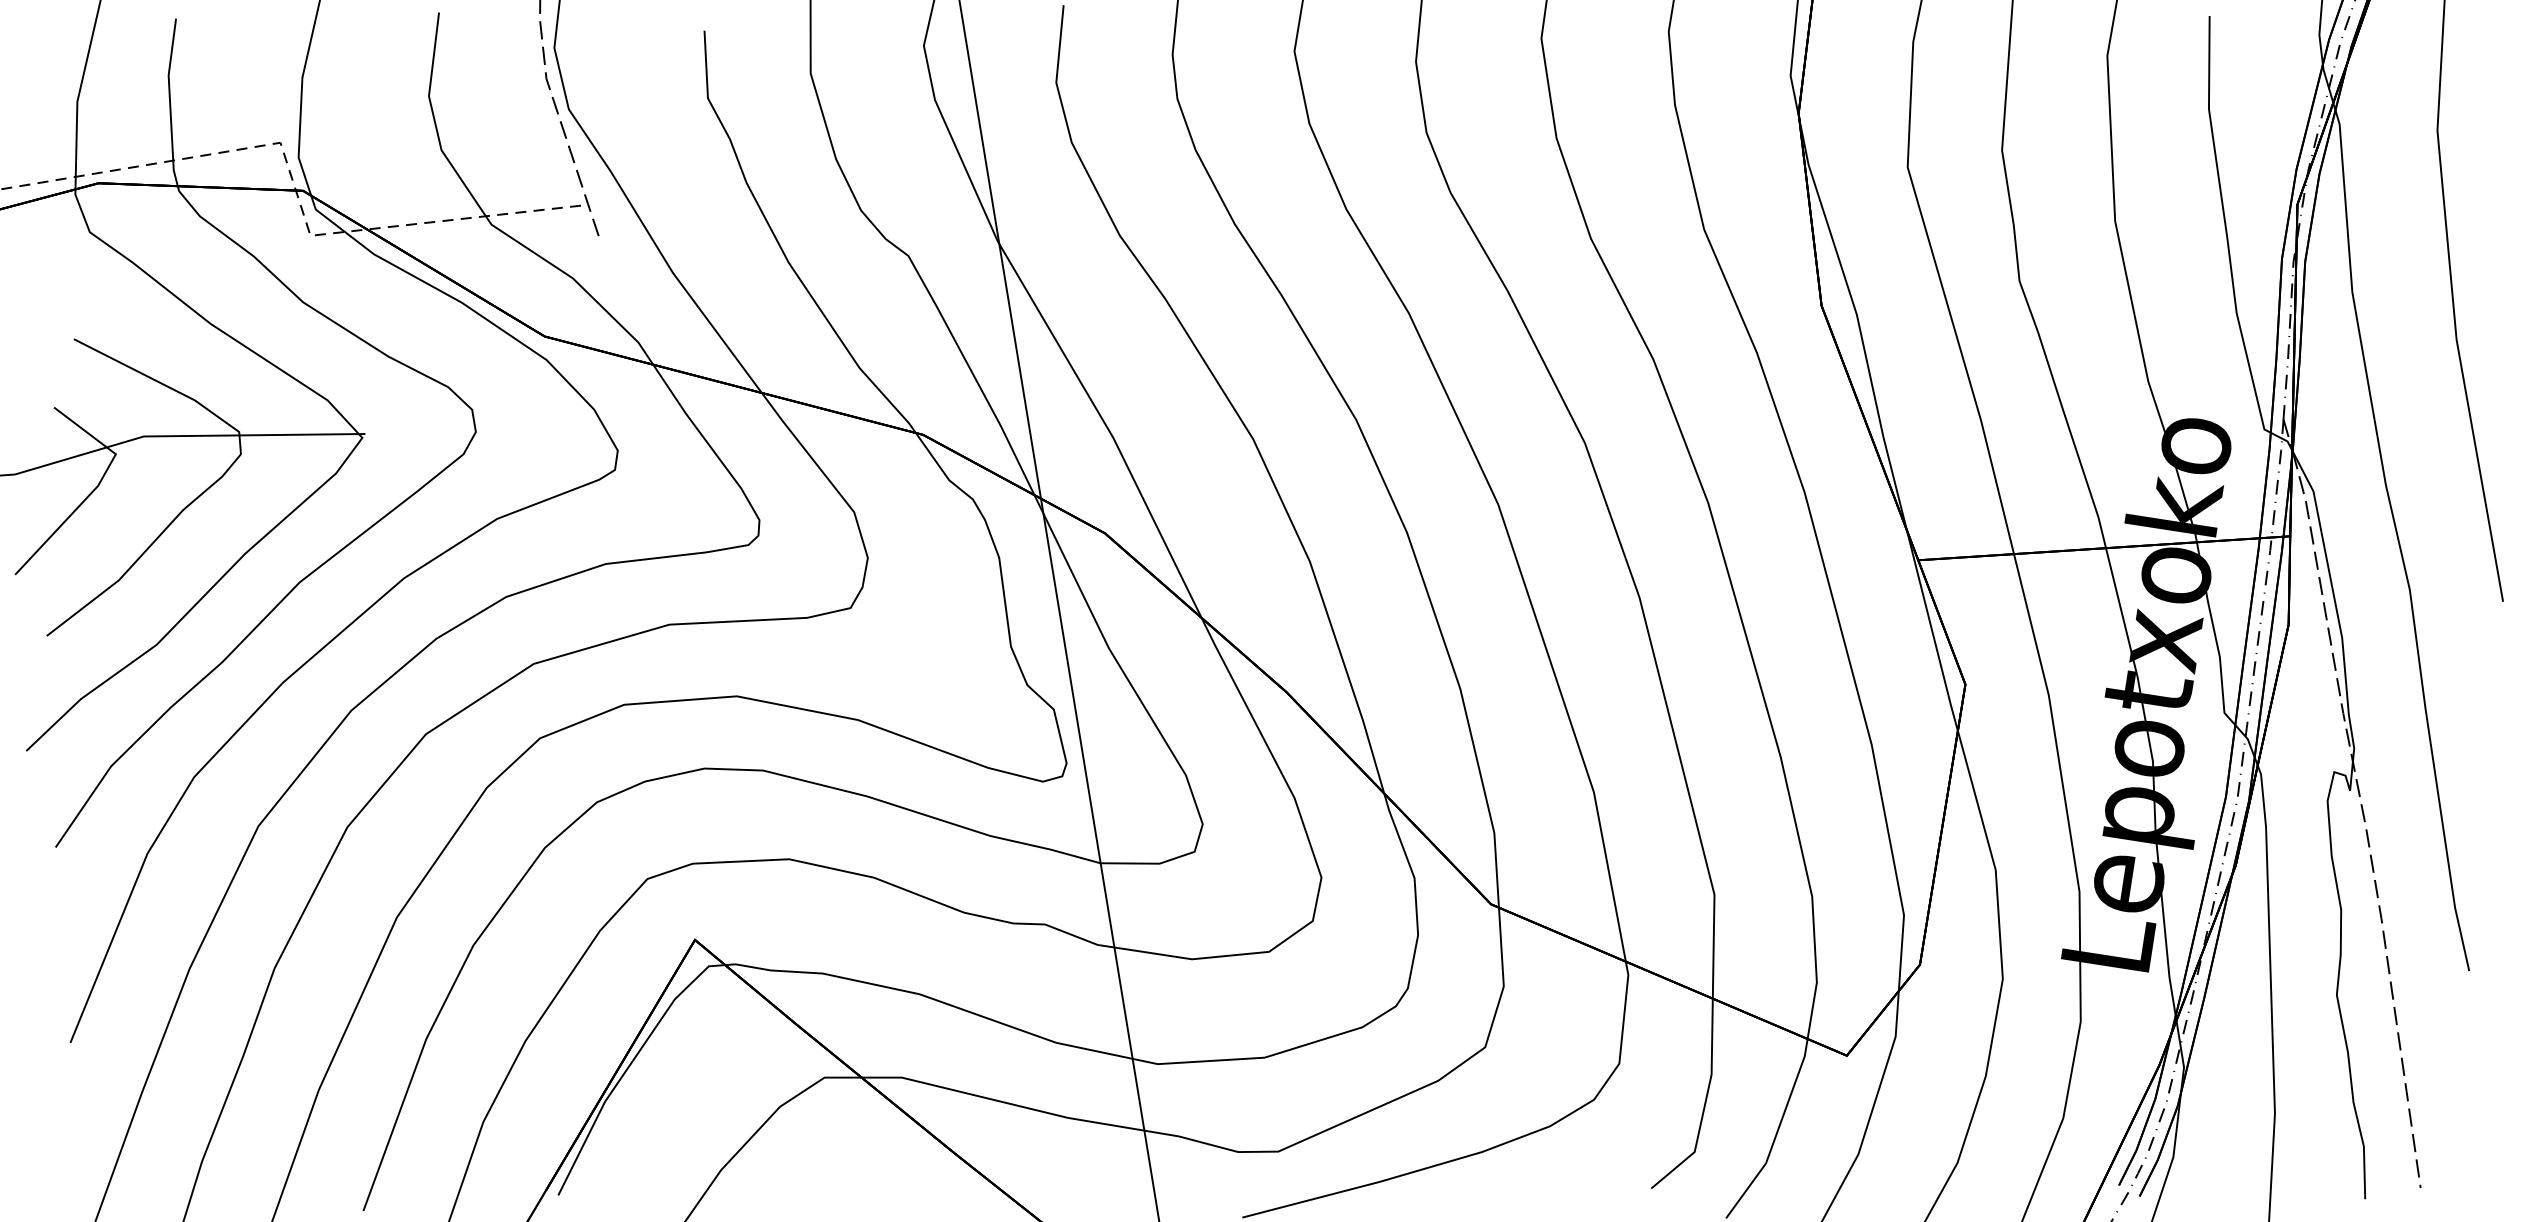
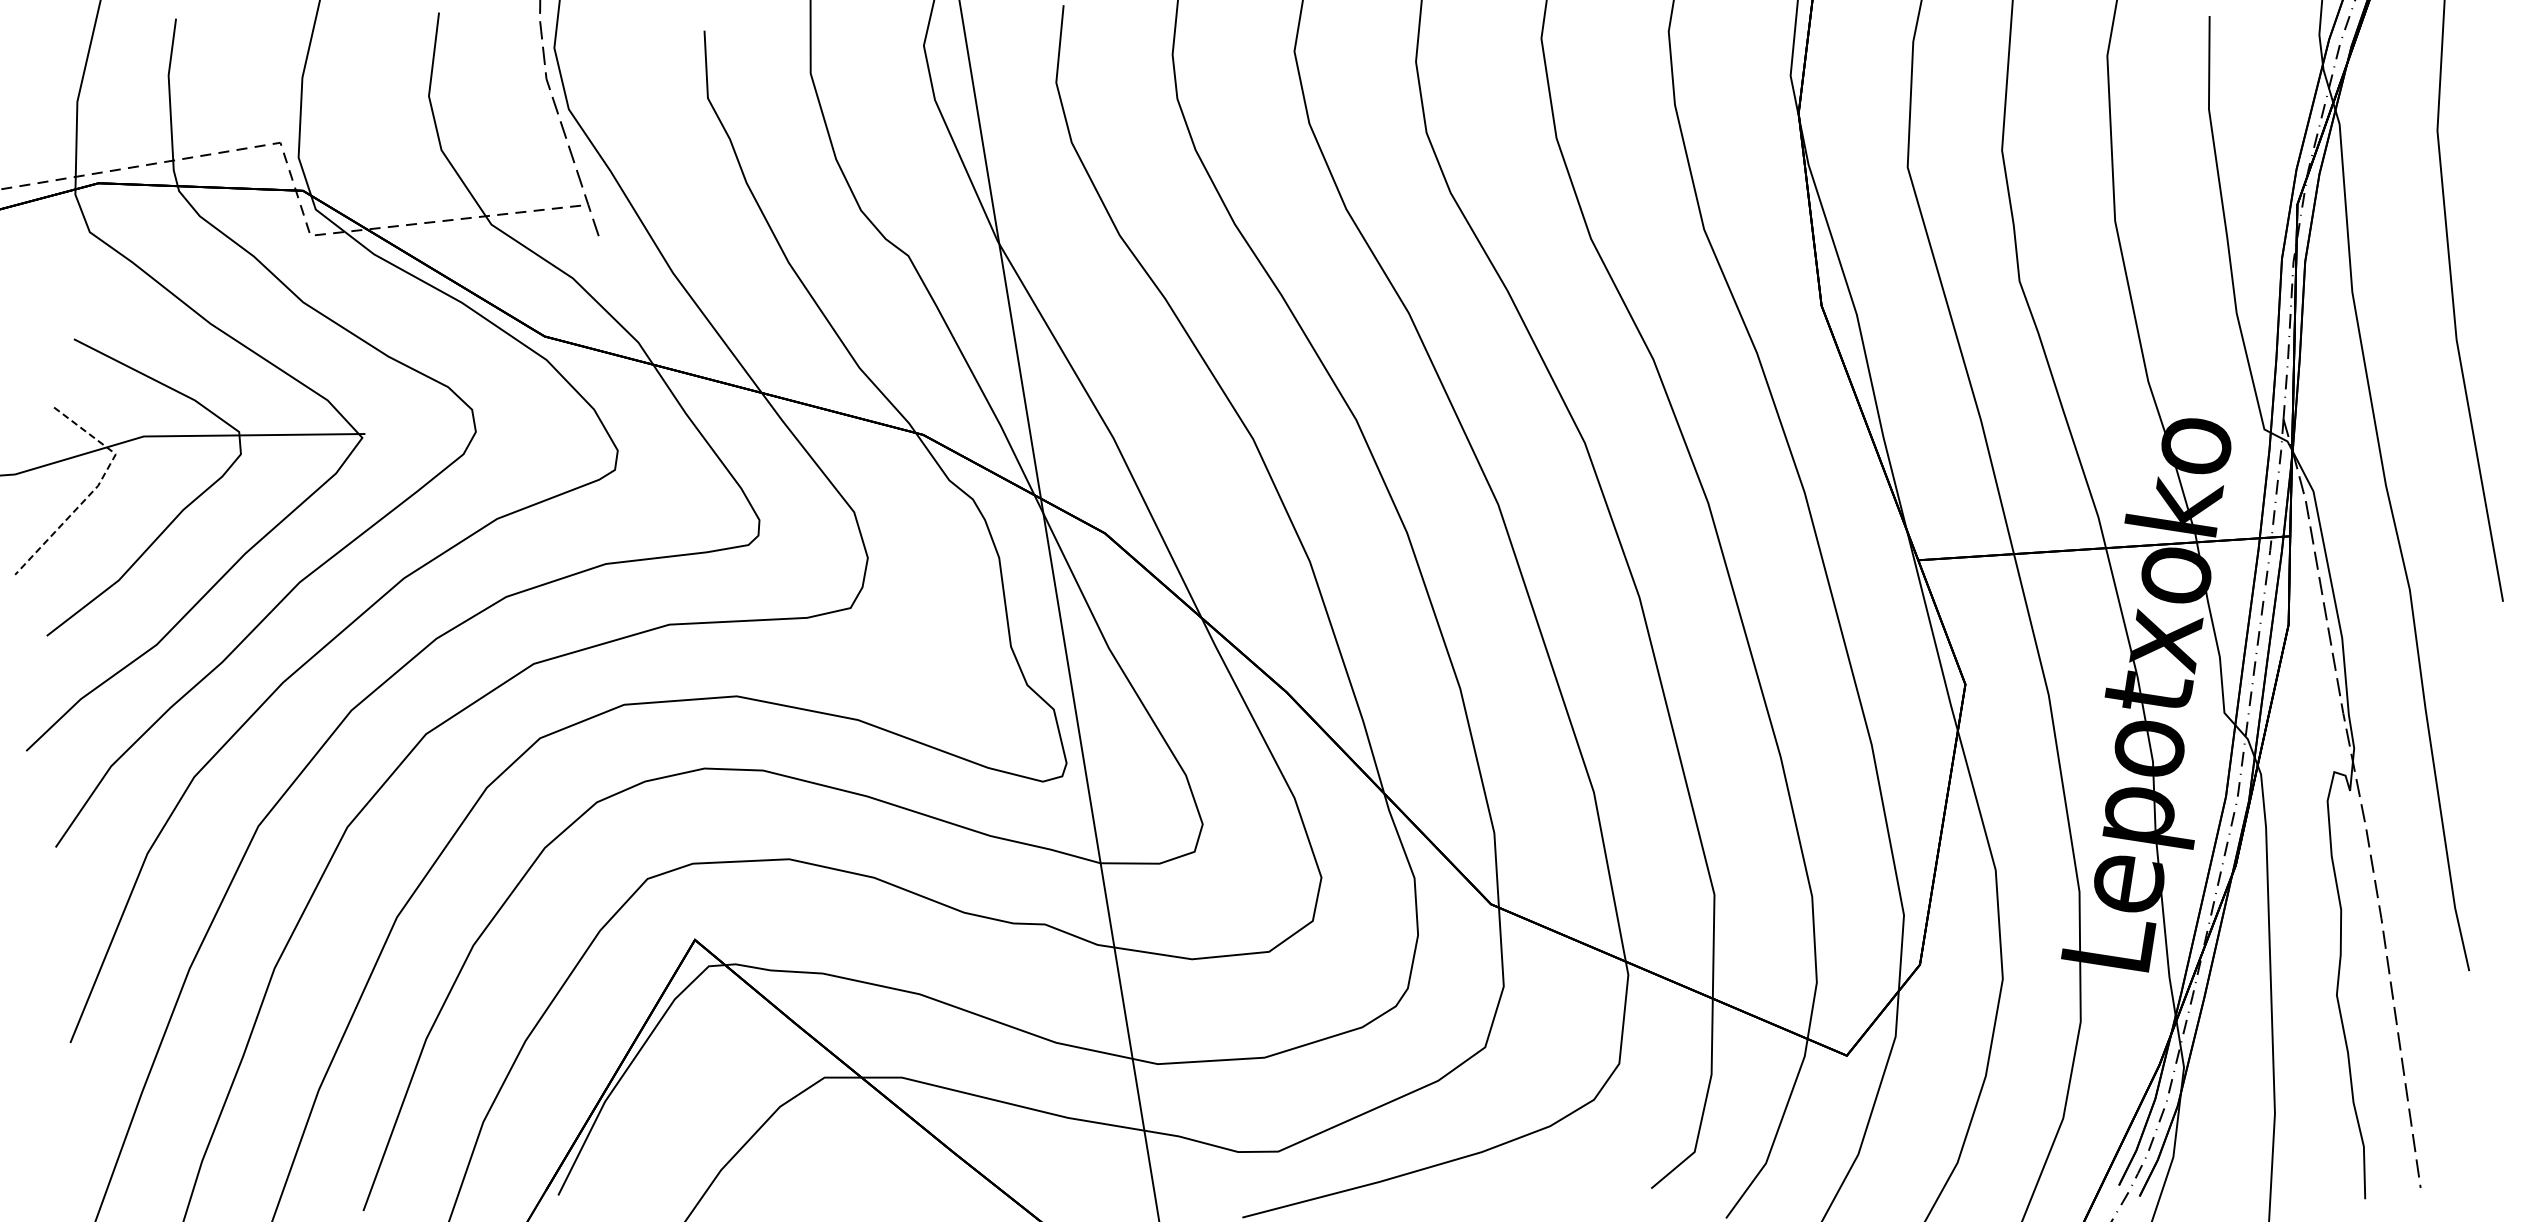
line at (96, 488): solid -> dashed
